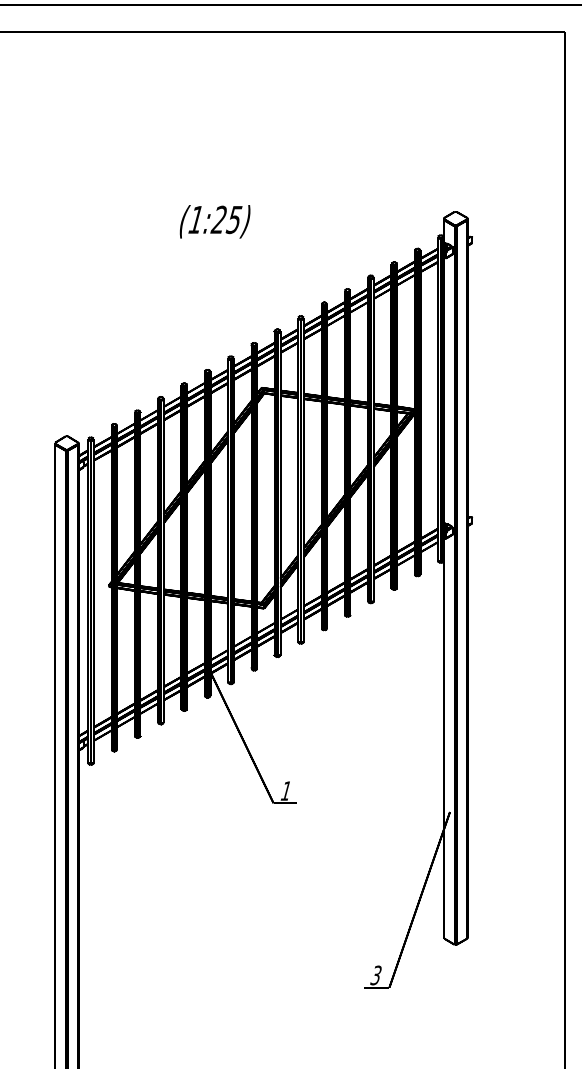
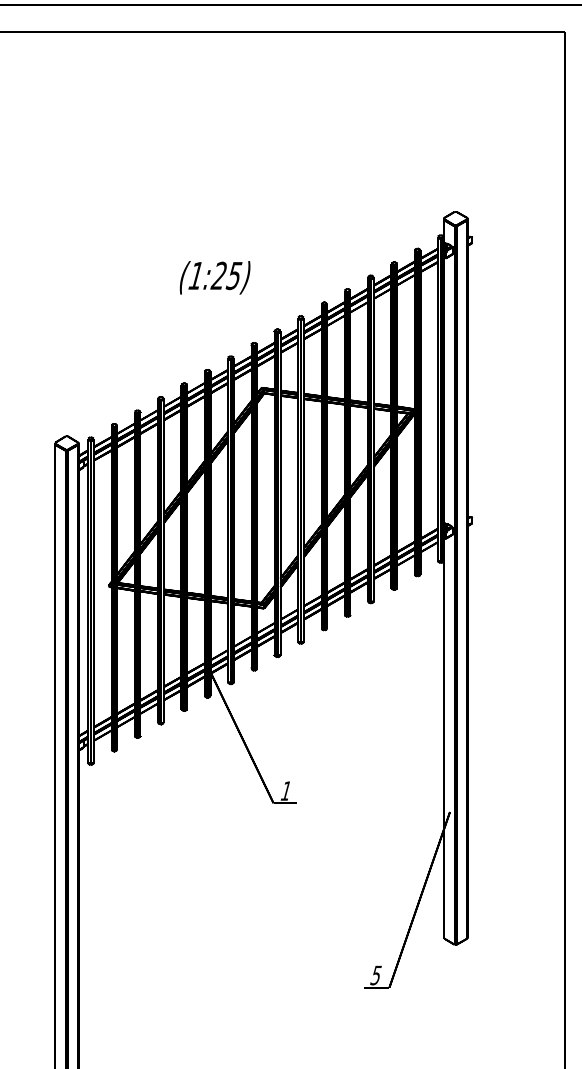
text at (214, 221) position: (214, 221) -> (214, 277)
text at (377, 974): 3 -> 5
